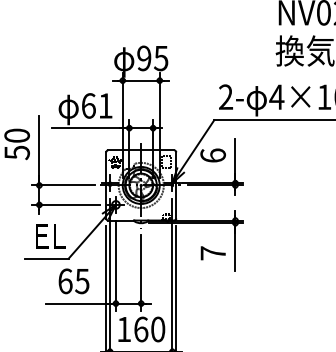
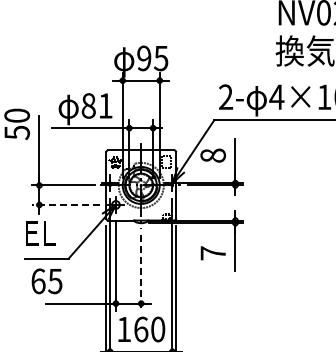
text at (88, 105): 61 -> 81
text at (16, 144) position: (16, 144) -> (16, 124)
text at (212, 155): 6 -> 8
line at (65, 204): solid -> dashed
text at (50, 236) position: (50, 236) -> (40, 233)
line at (141, 273): solid -> dashed
text at (73, 281) position: (73, 281) -> (46, 281)
